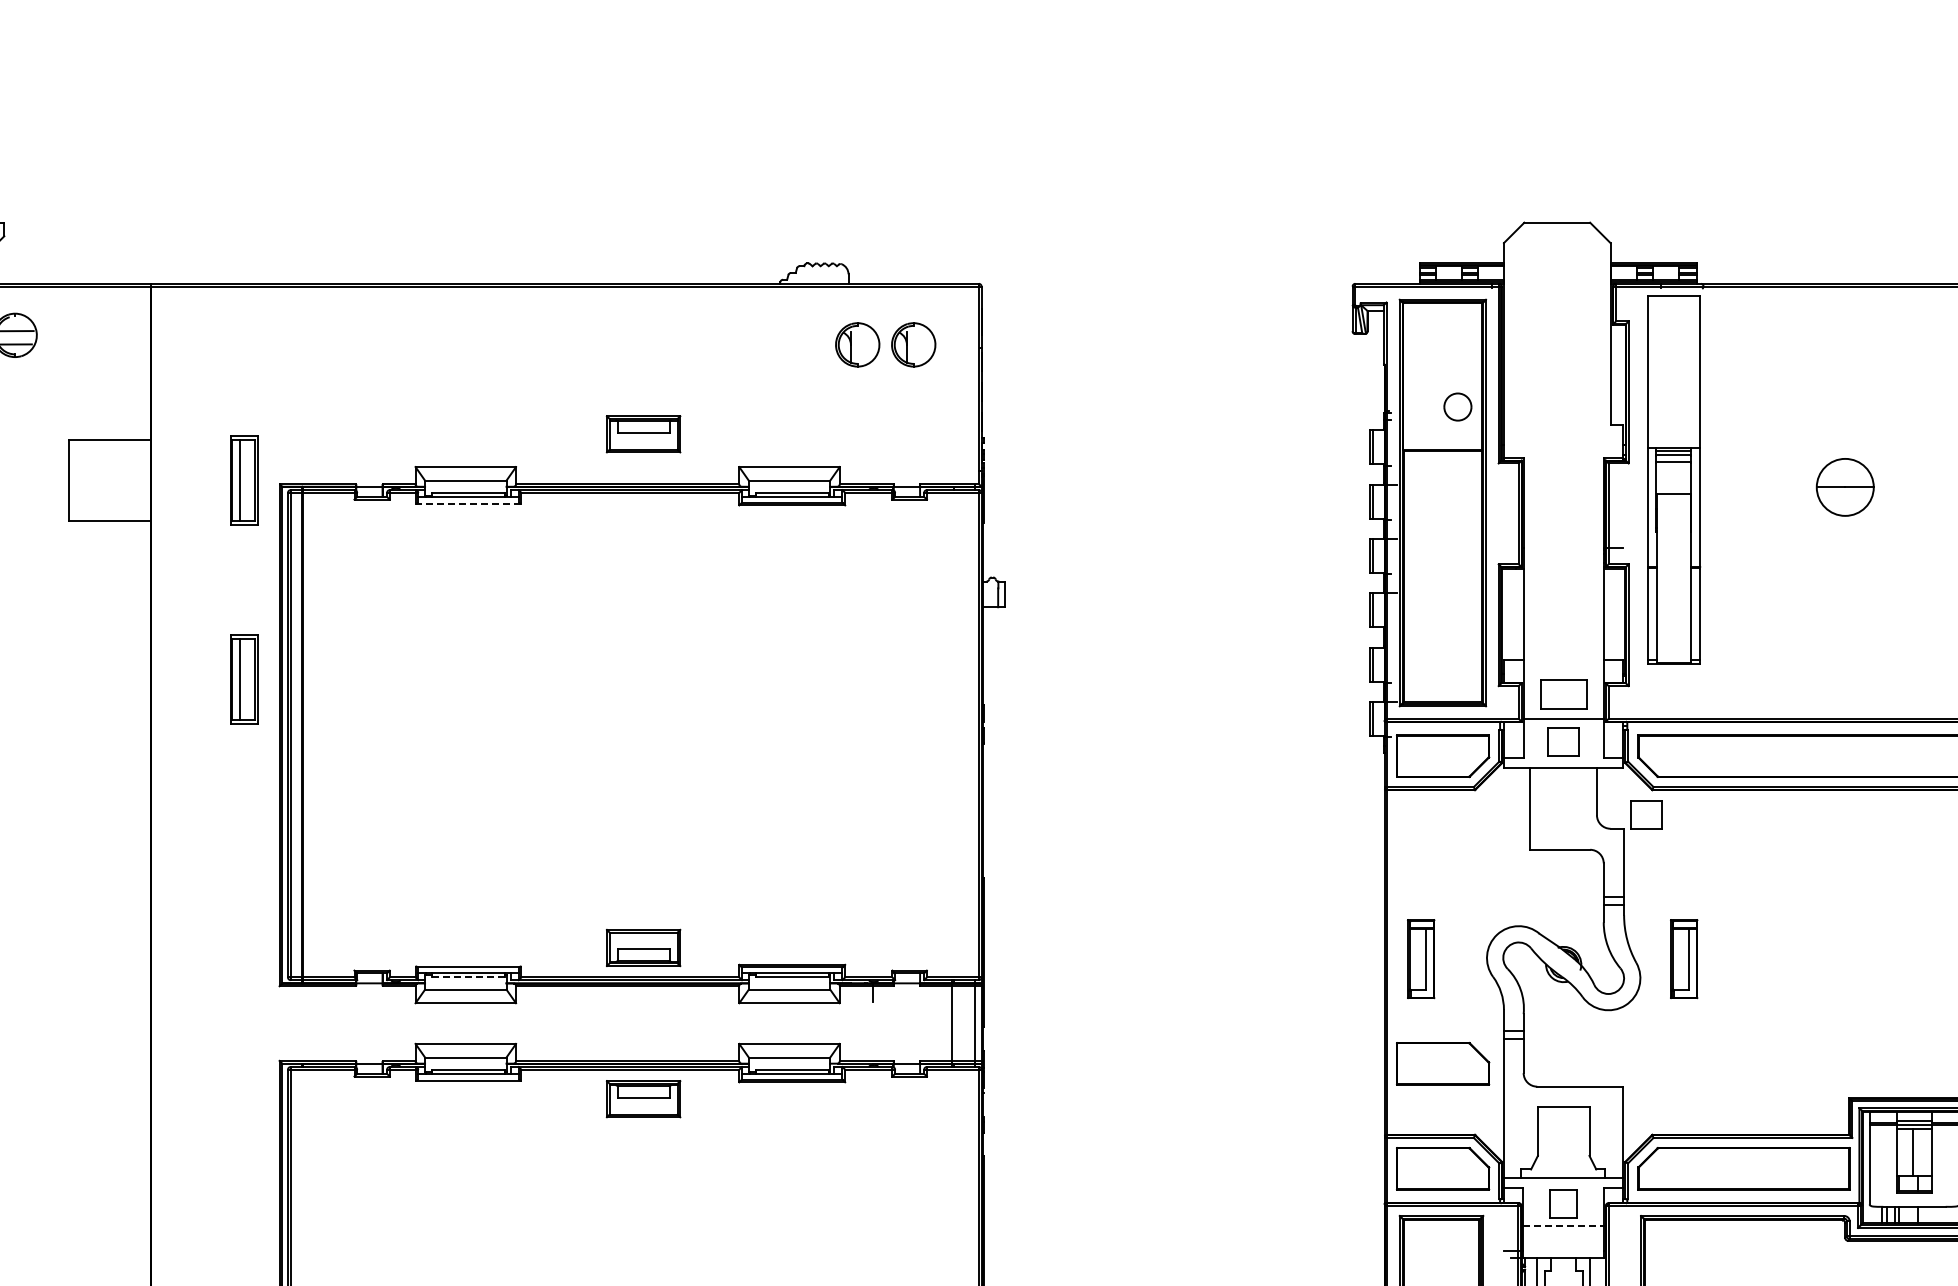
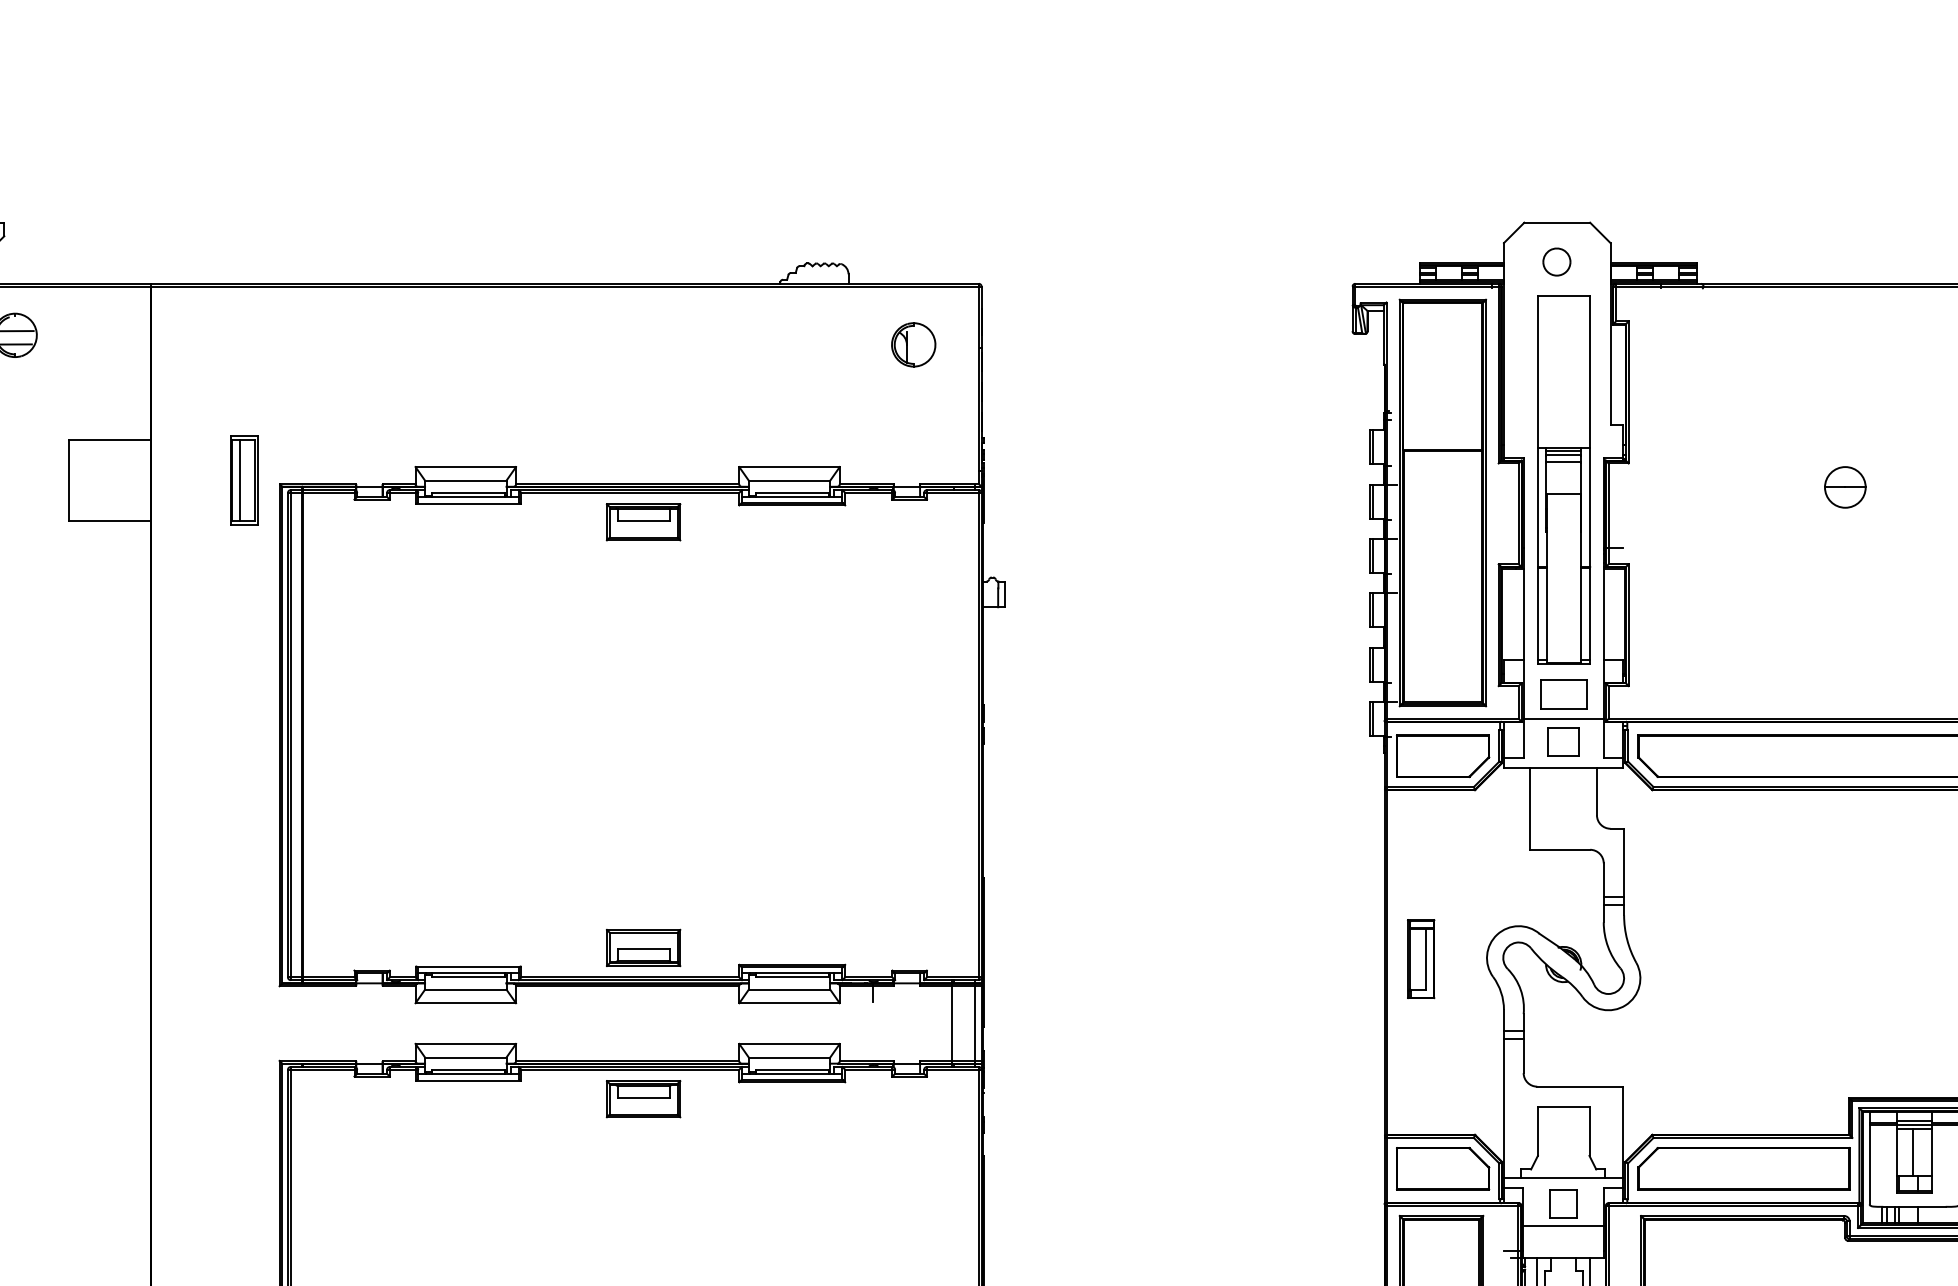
part at (857, 344): present -> none
part at (1457, 406) position: (1457, 406) -> (1556, 261)
part at (643, 434) position: (643, 434) -> (643, 522)
part at (1674, 479) position: (1674, 479) -> (1564, 479)
part at (1844, 487) size: 60x59 px -> 43x43 px
line at (468, 503): dashed -> solid
part at (244, 679): present -> none
part at (1646, 814): present -> none
part at (1684, 959): present -> none
line at (468, 977): dashed -> solid
part at (1443, 1063): present -> none
line at (1563, 1226): dashed -> solid
